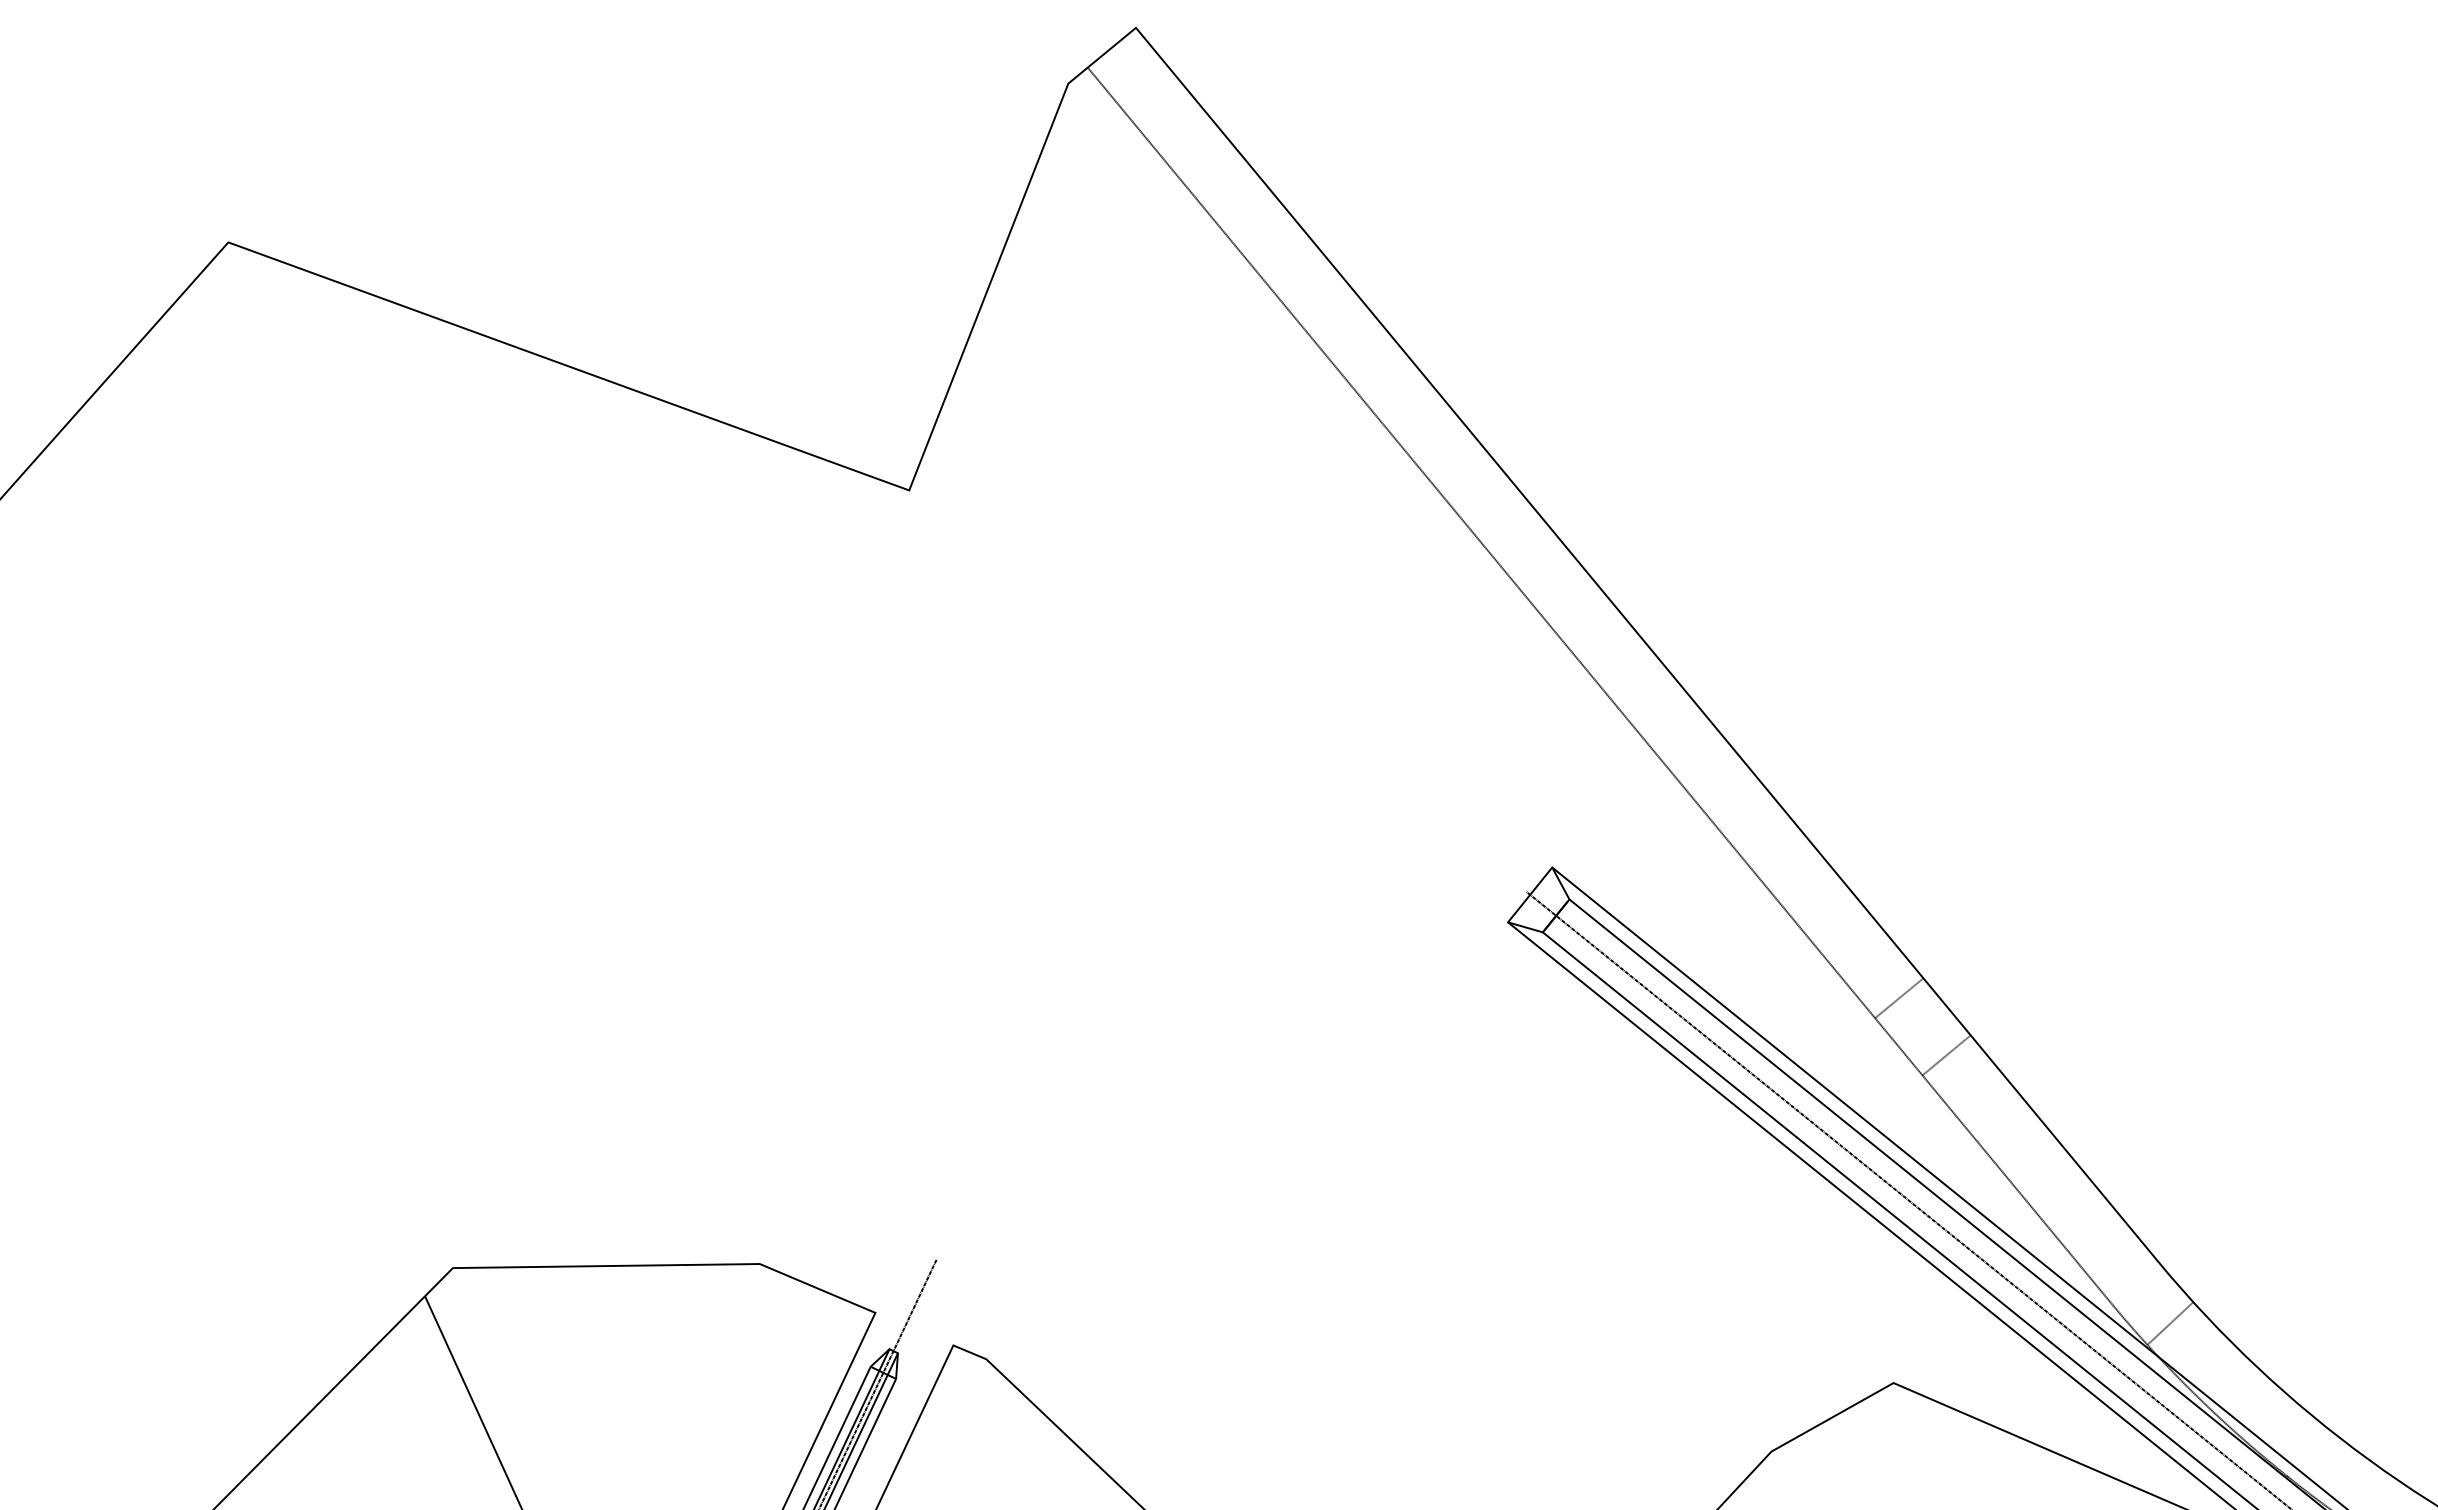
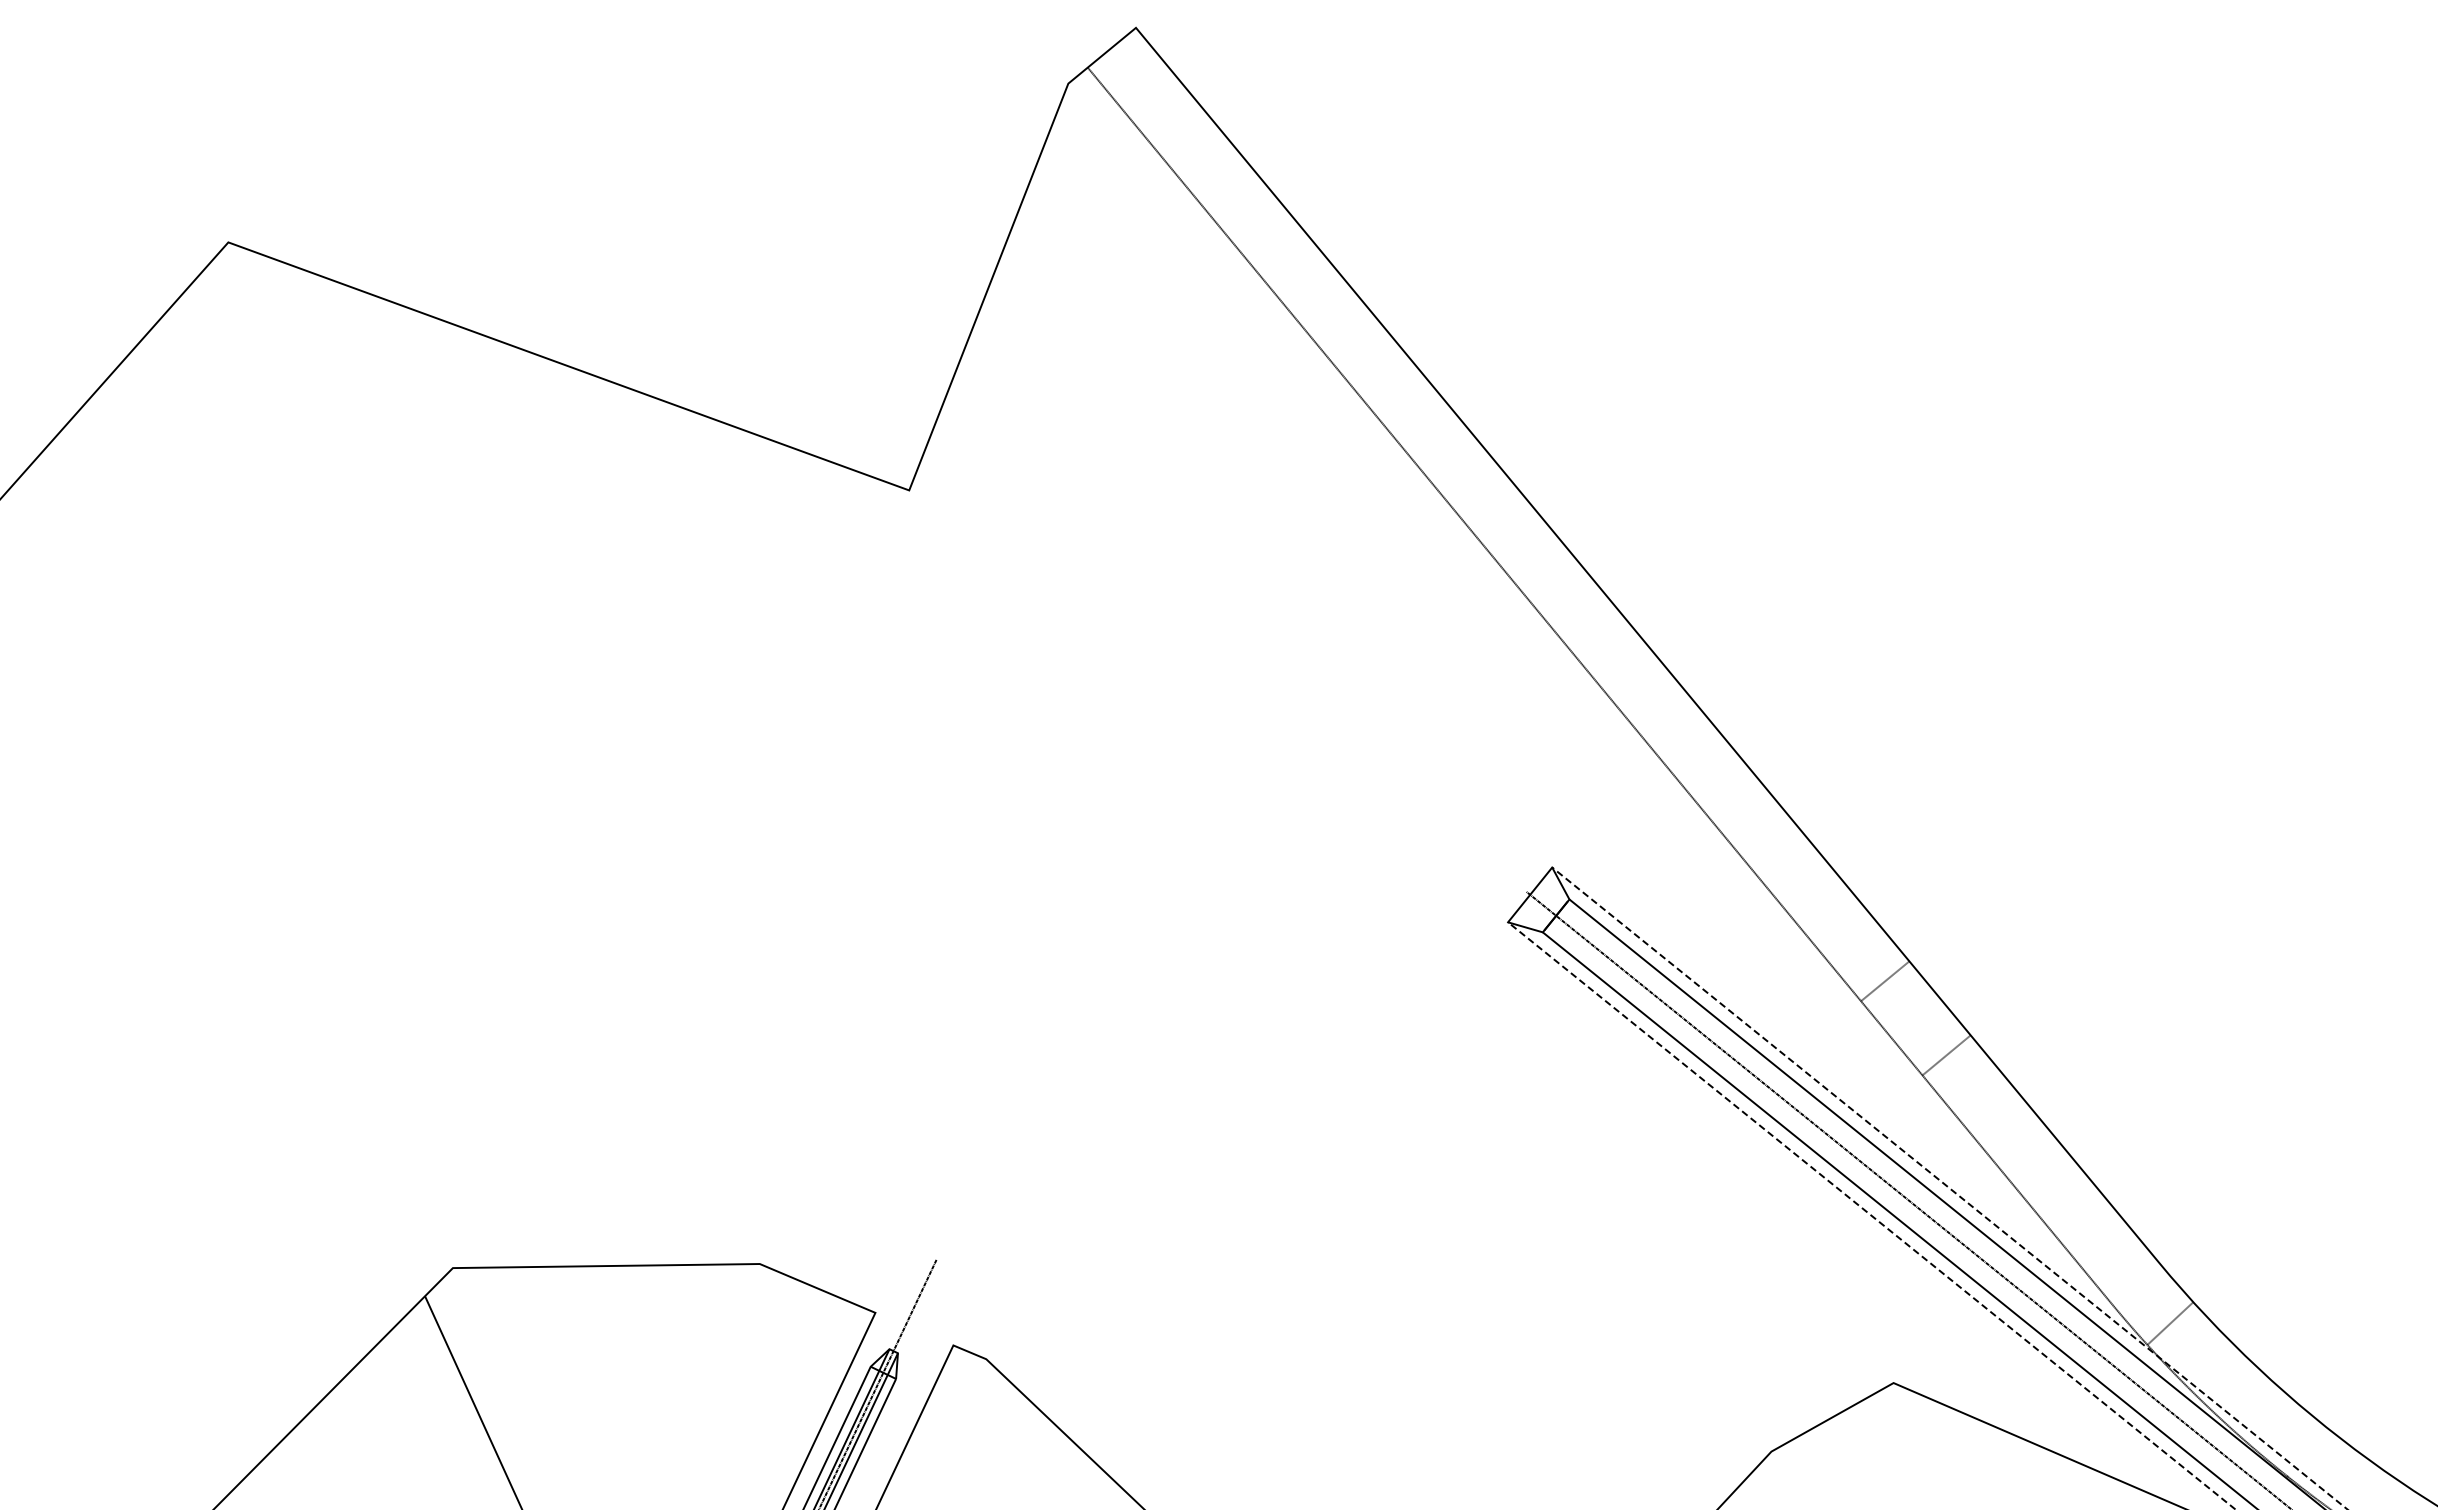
line at (1899, 998) position: (1899, 998) -> (1885, 981)
line at (1949, 1188): solid -> dashed
line at (1871, 1215): solid -> dashed
